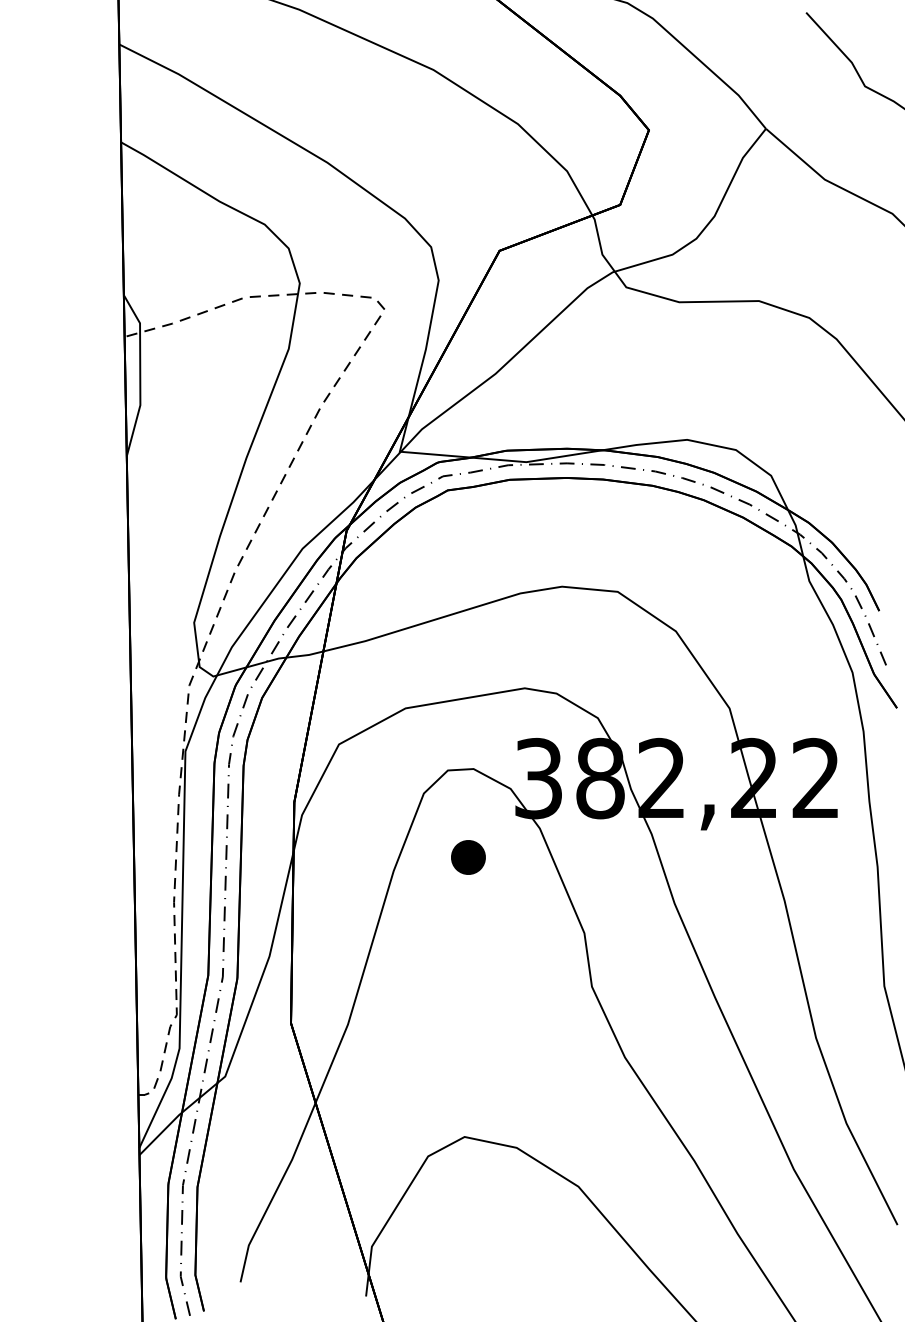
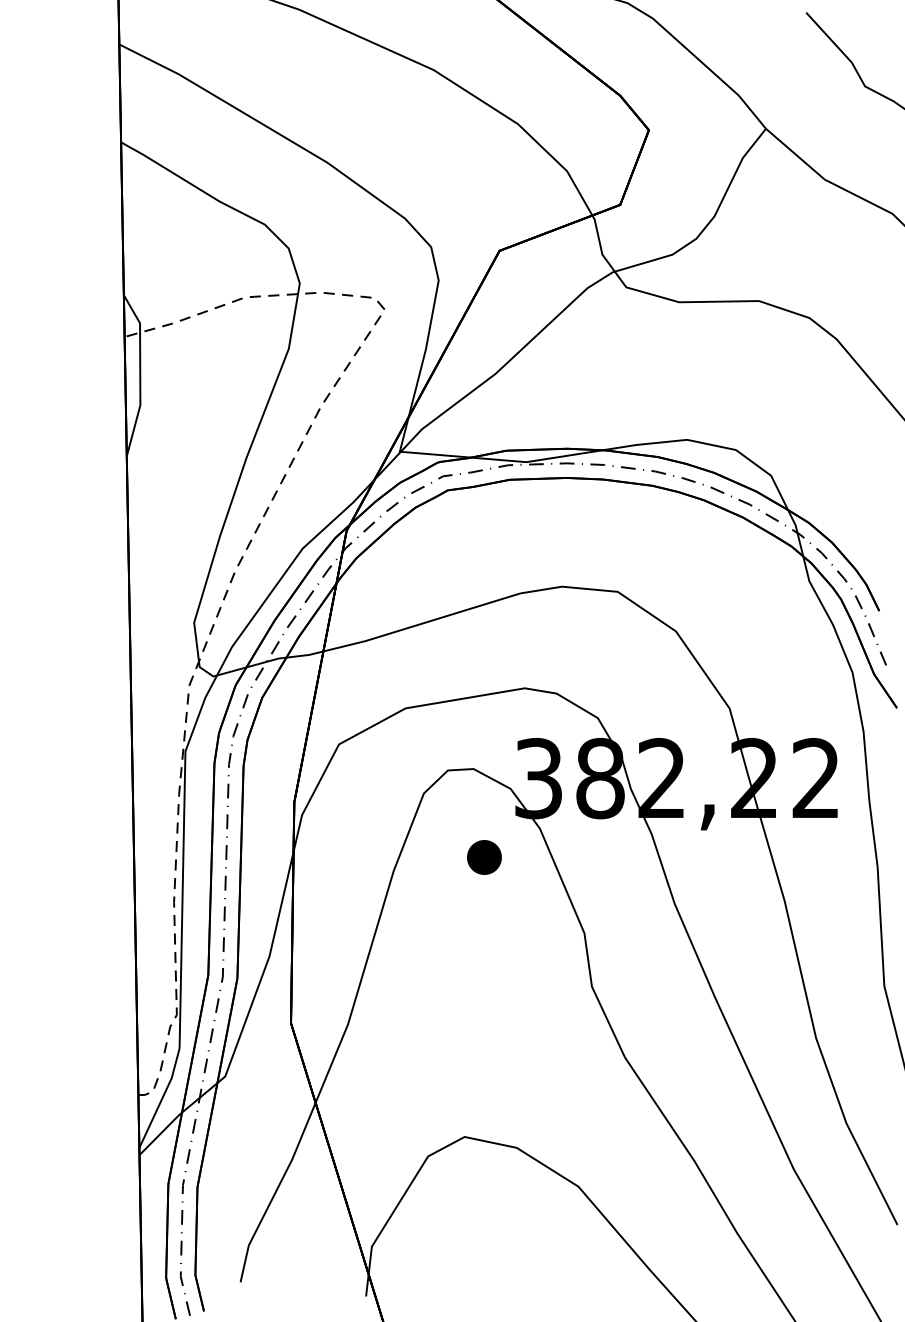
part at (468, 857) position: (468, 857) -> (484, 857)
